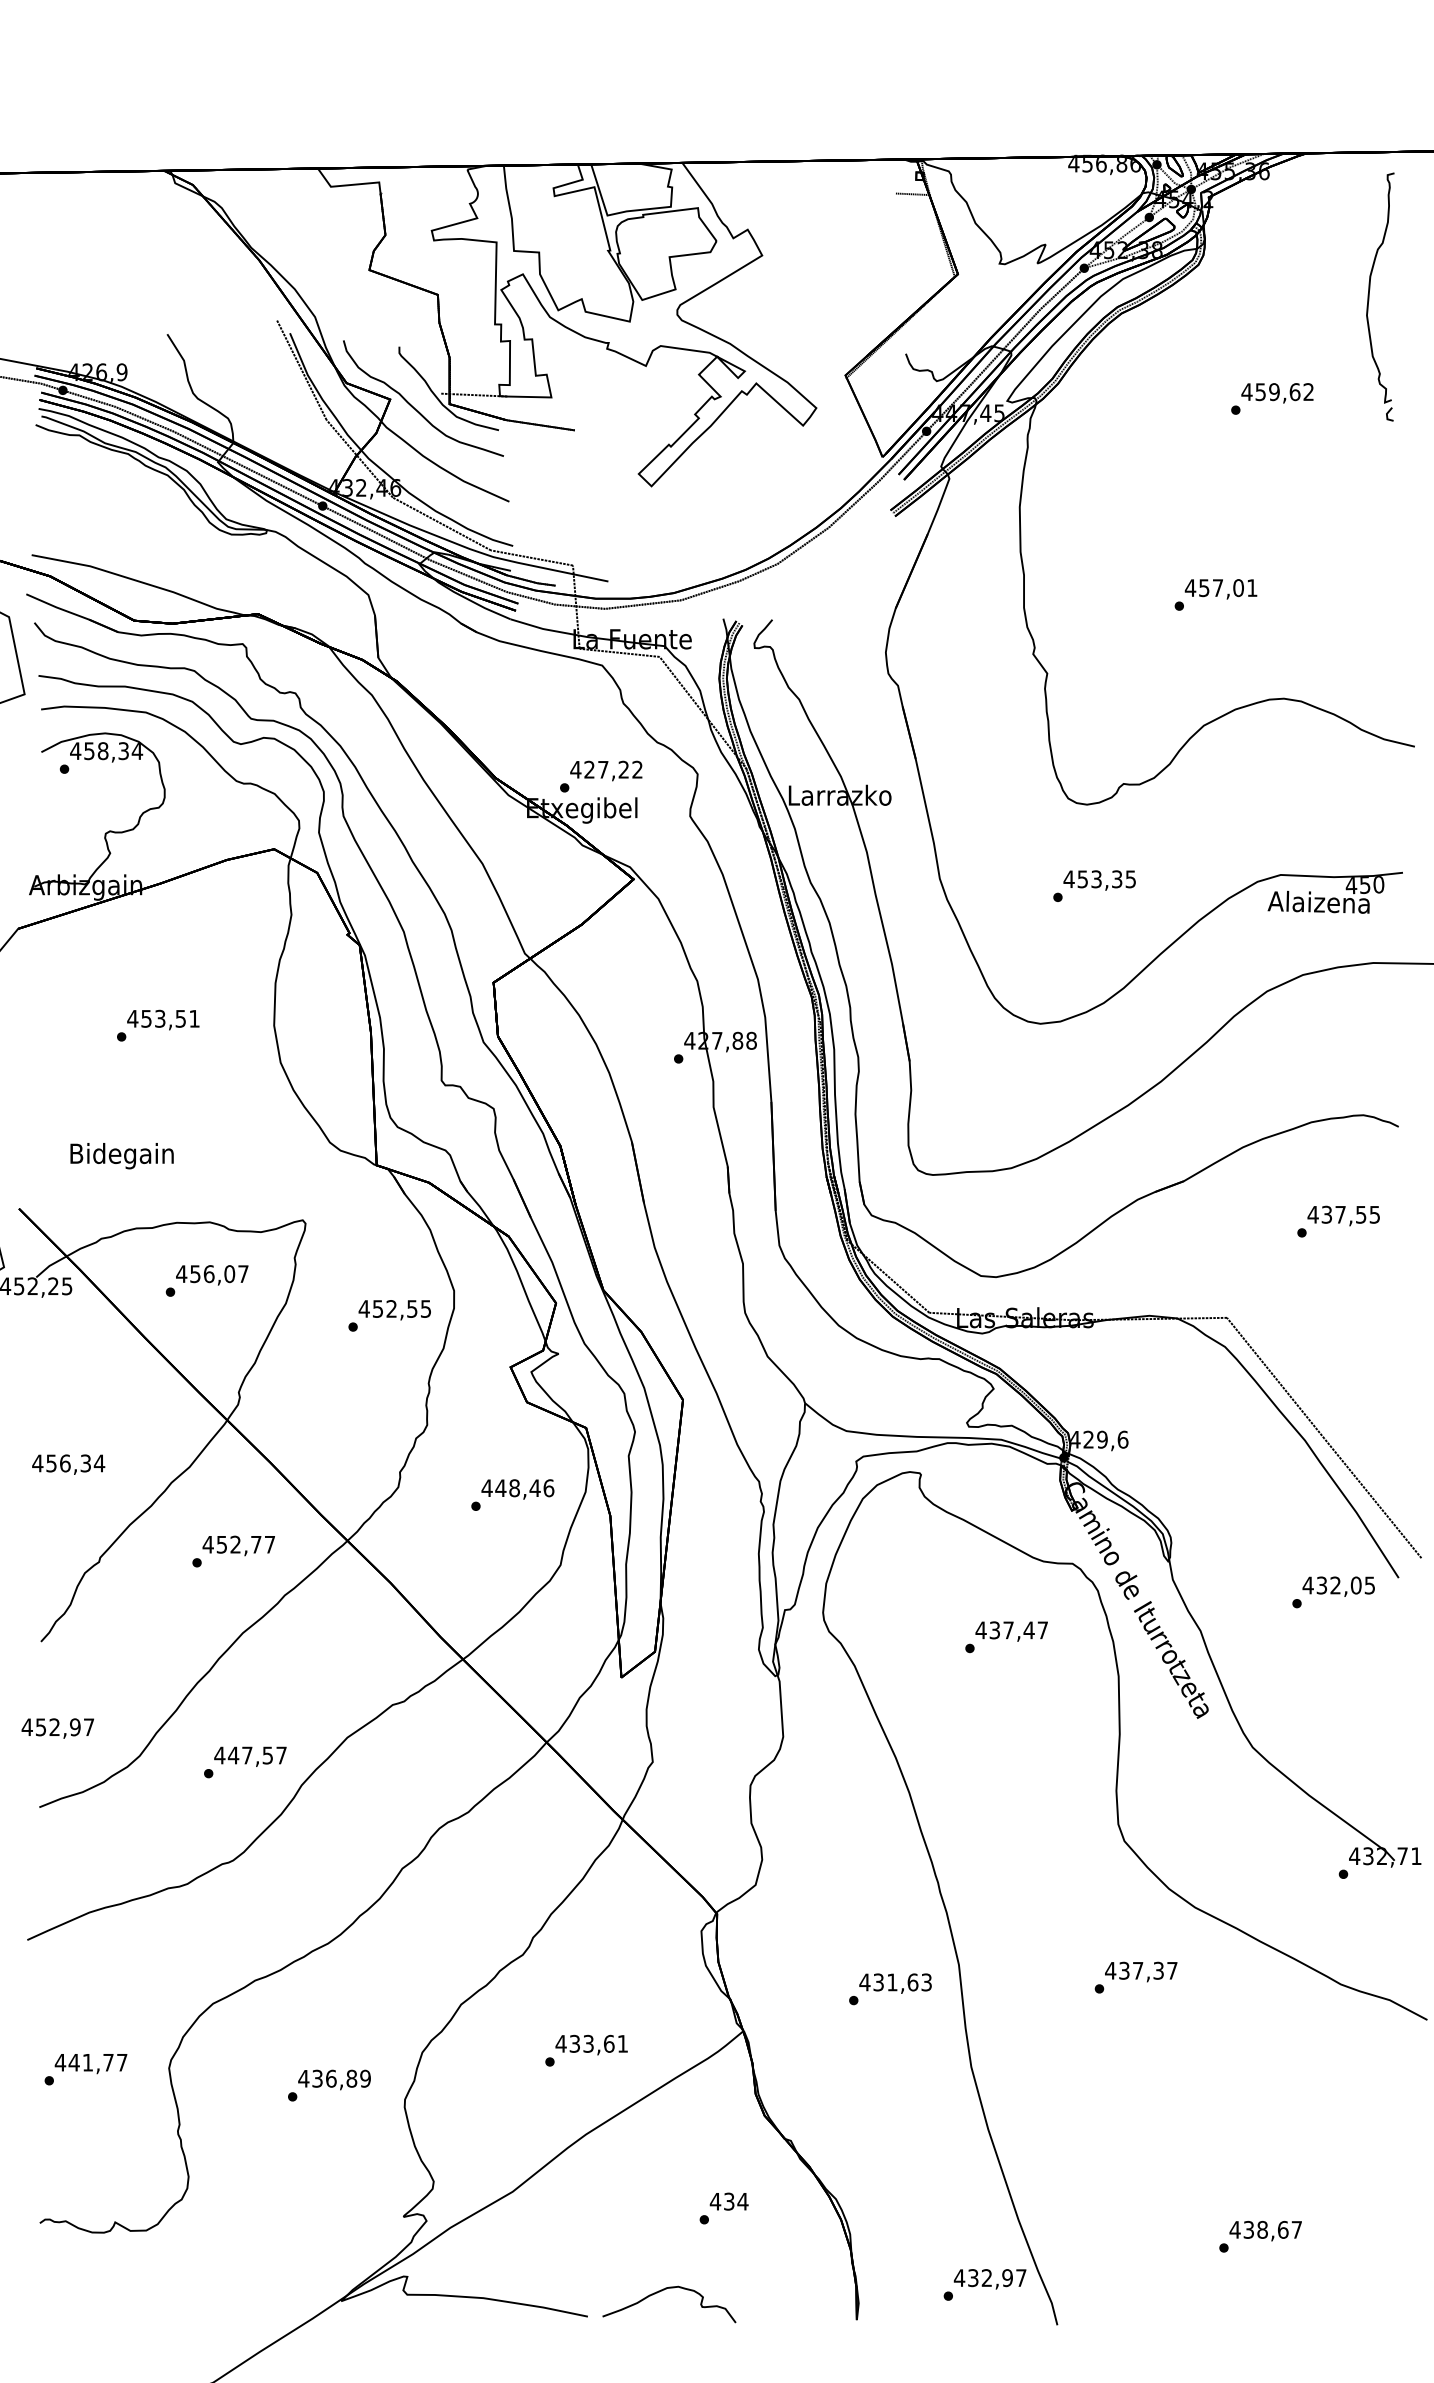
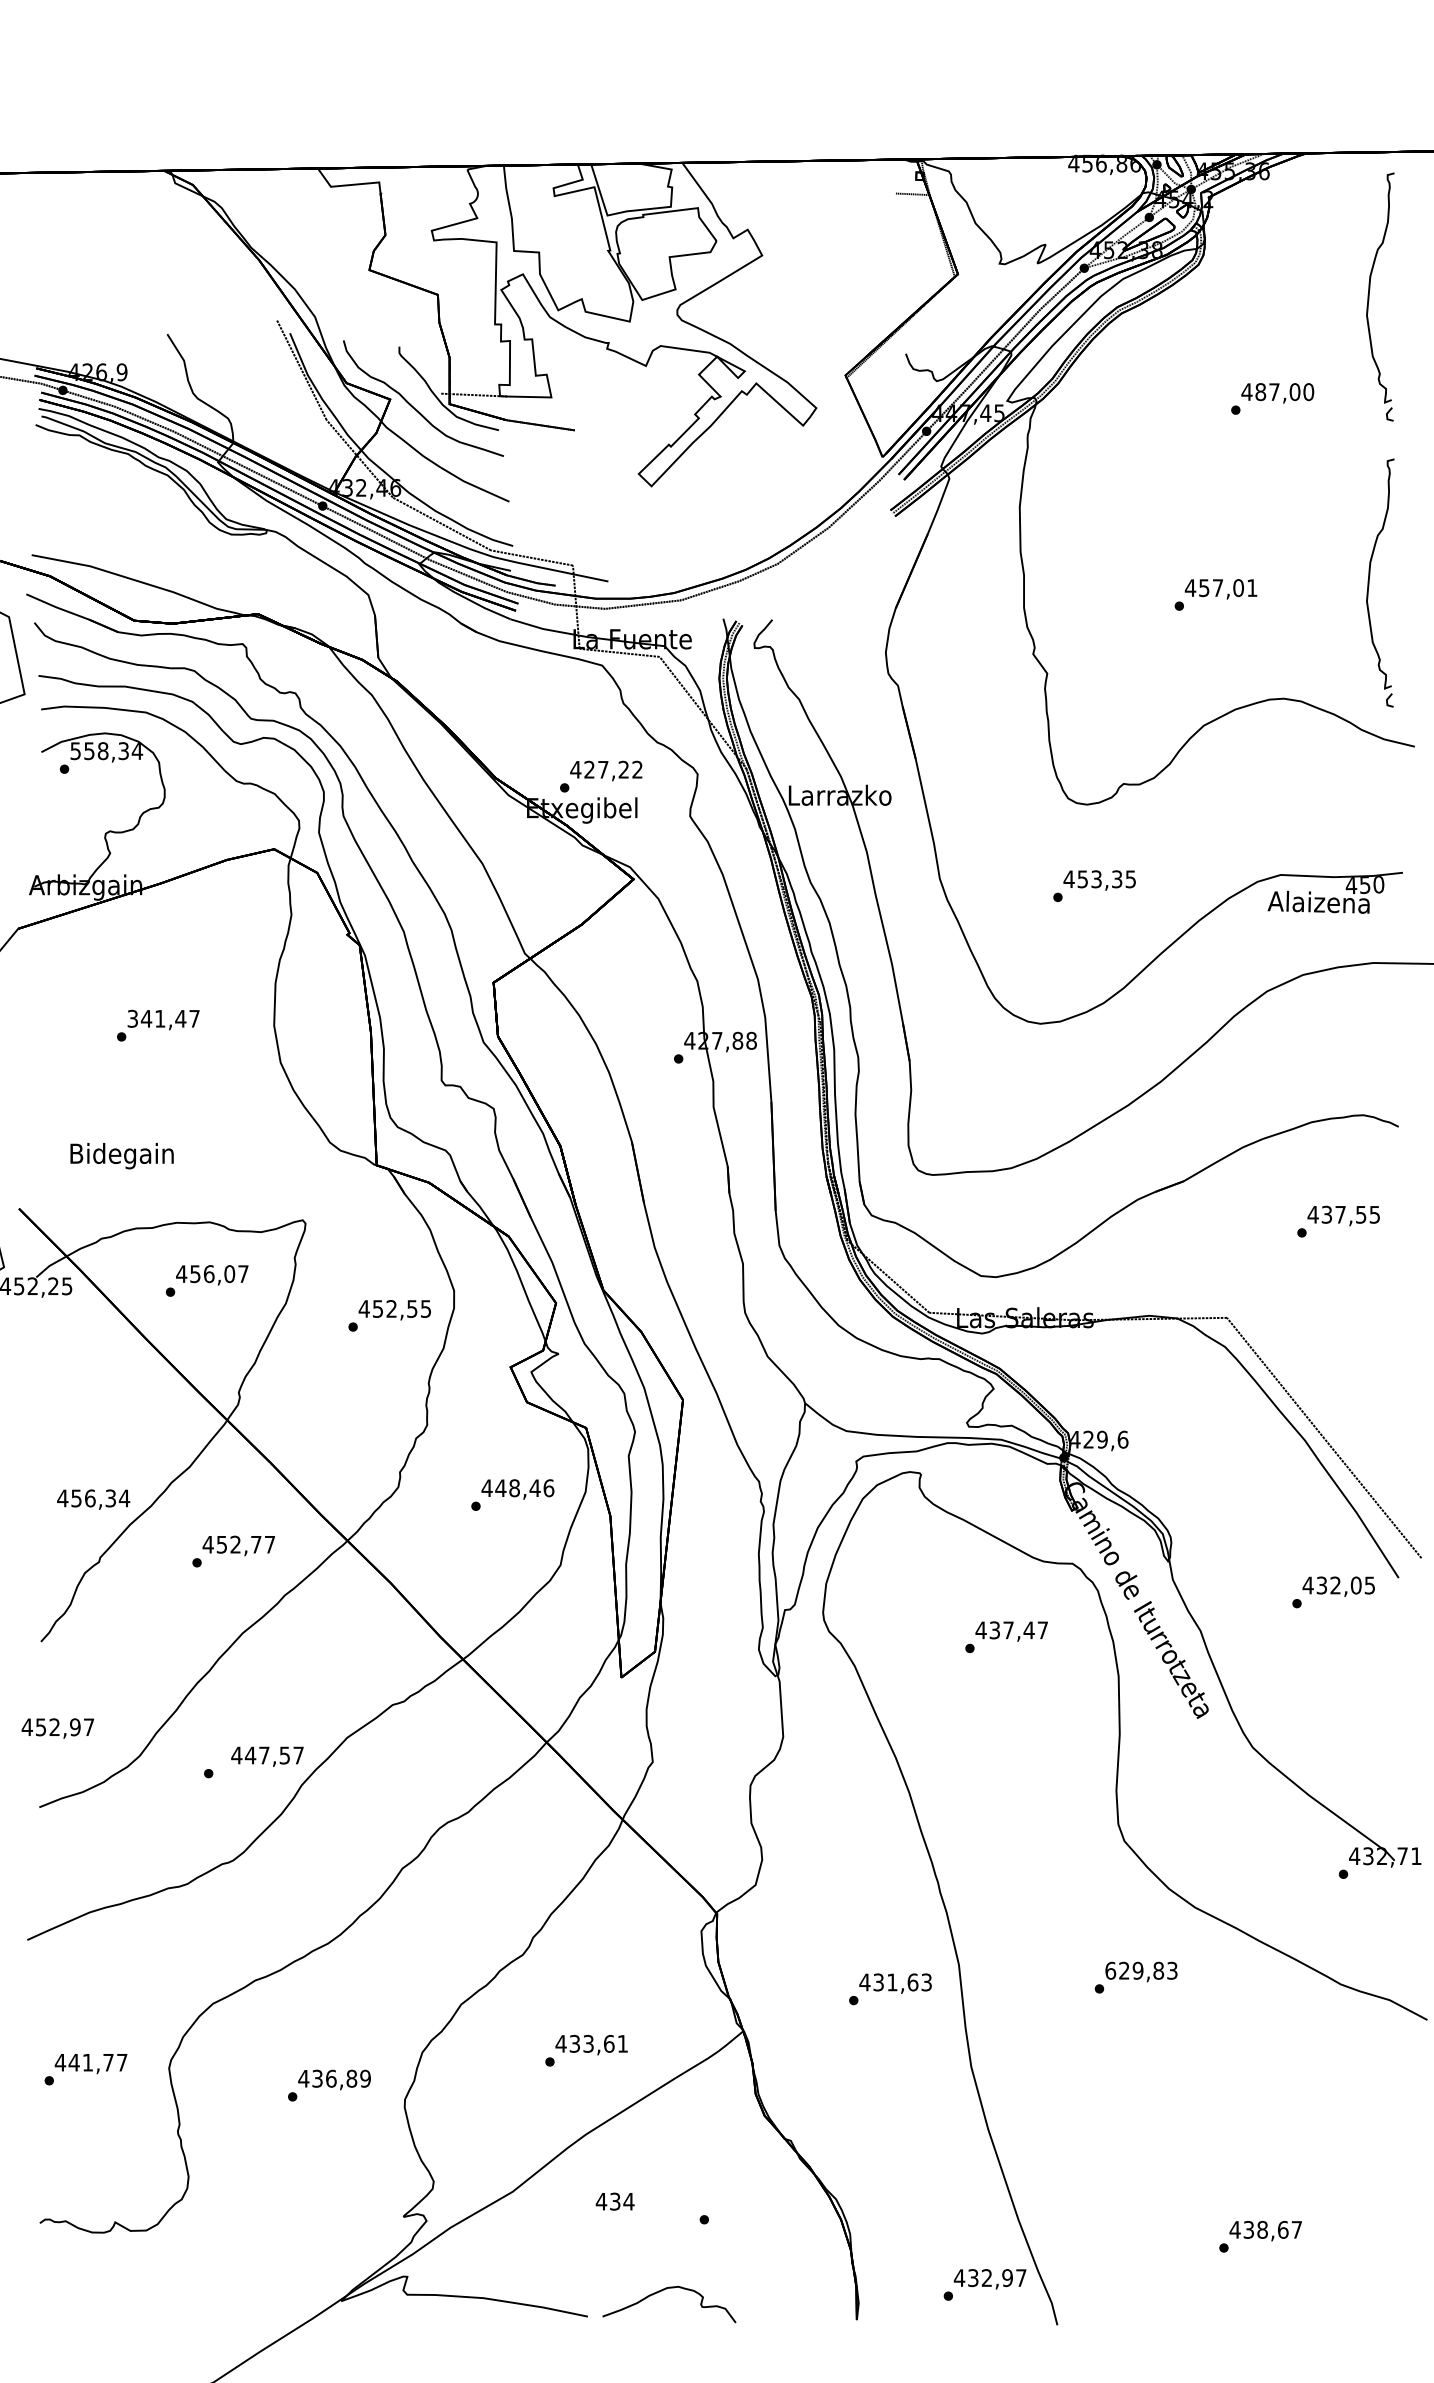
text at (1284, 392): 459,62 -> 487,00
part at (1369, 582): none -> present
text at (75, 751): 458,34 -> 558,34
text at (163, 1018): 453,51 -> 341,47
text at (68, 1464) position: (68, 1464) -> (93, 1499)
text at (250, 1756) position: (250, 1756) -> (267, 1756)
text at (1141, 1970): 437,37 -> 629,83
text at (728, 2201) position: (728, 2201) -> (614, 2201)
